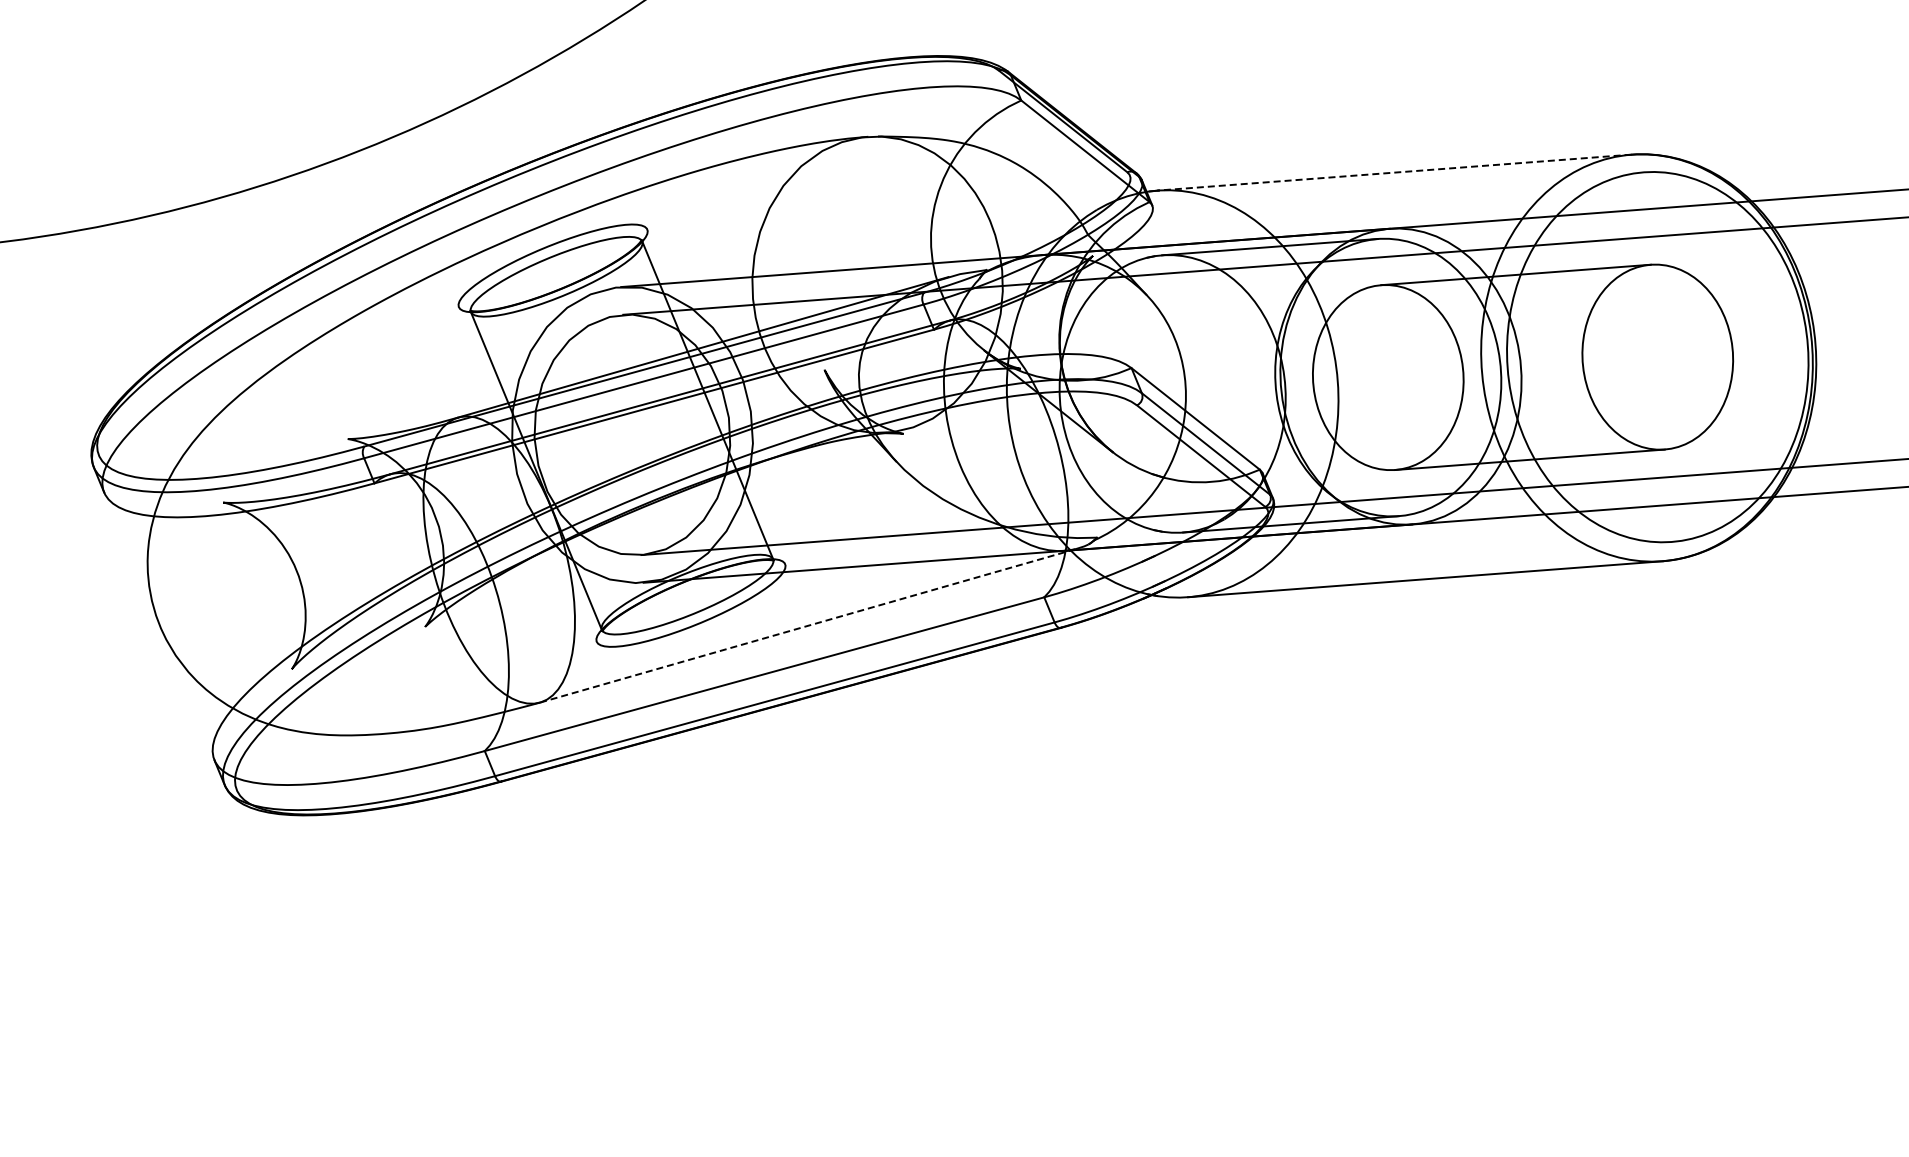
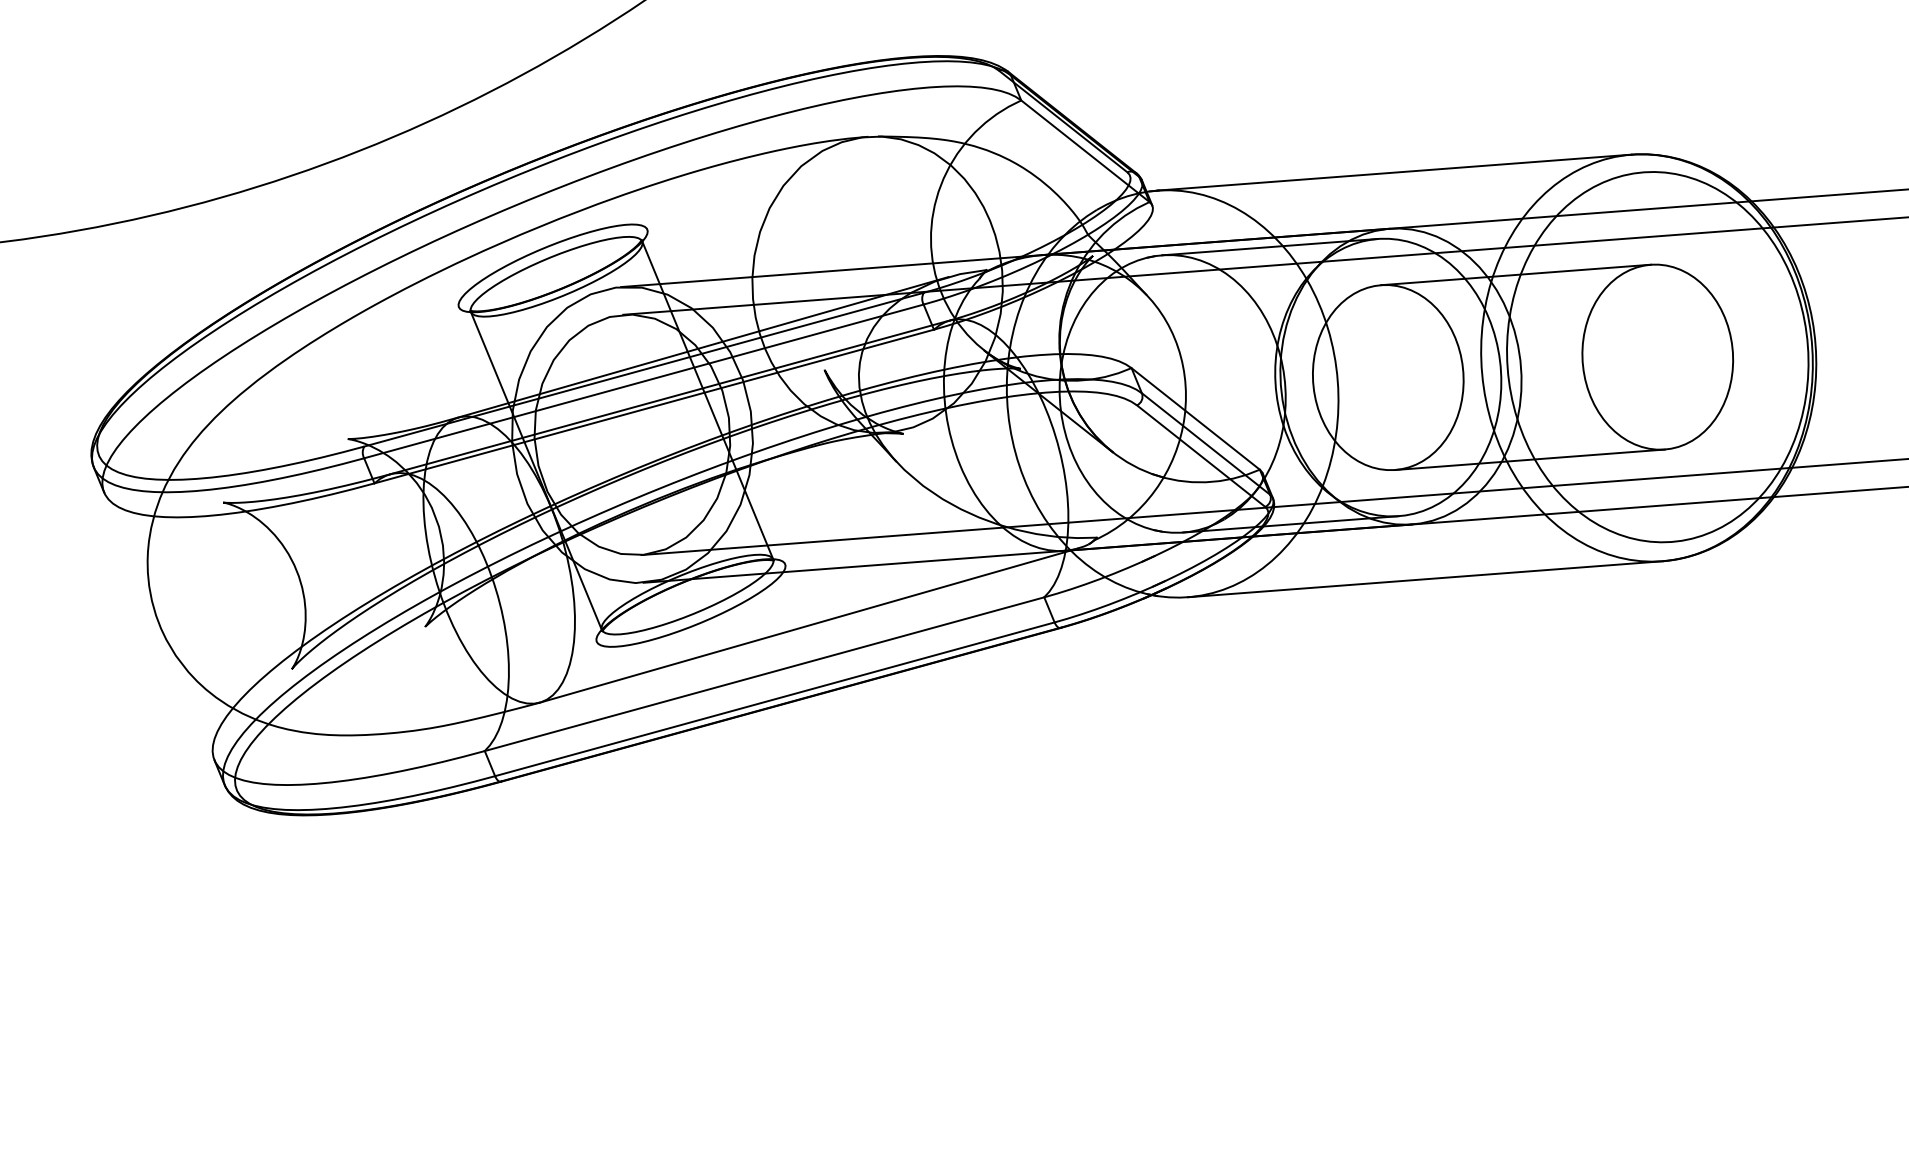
line at (1394, 172): dashed -> solid
line at (809, 625): dashed -> solid
